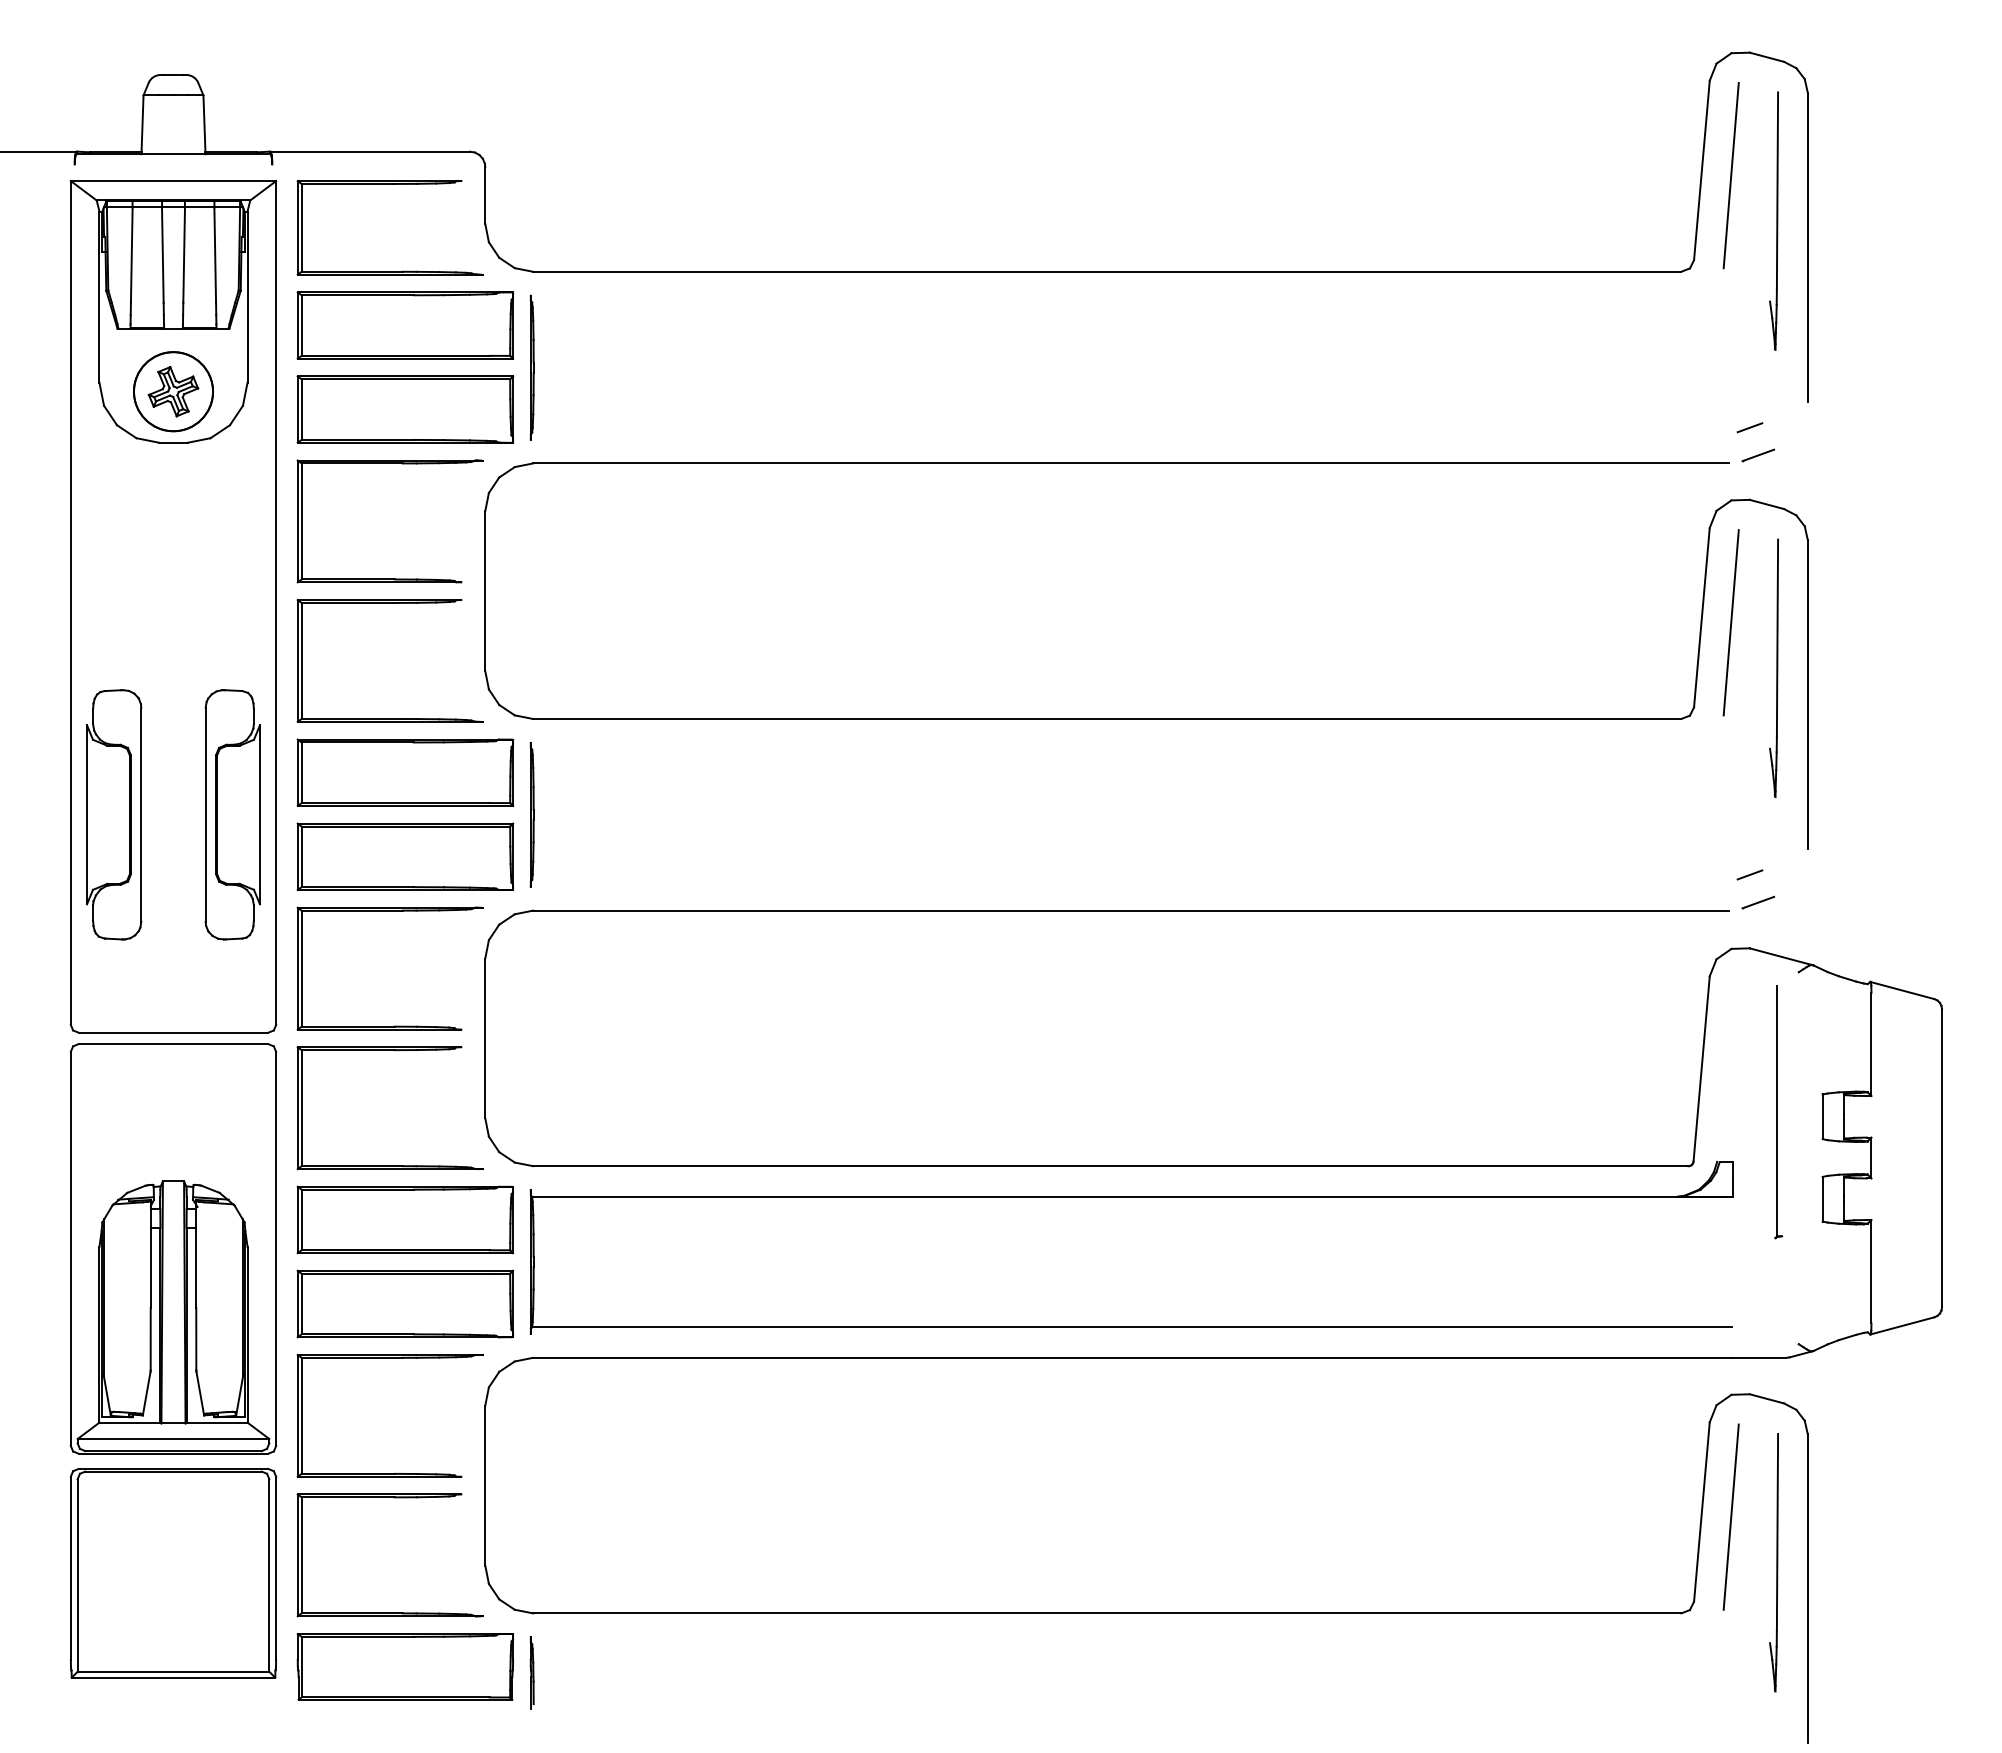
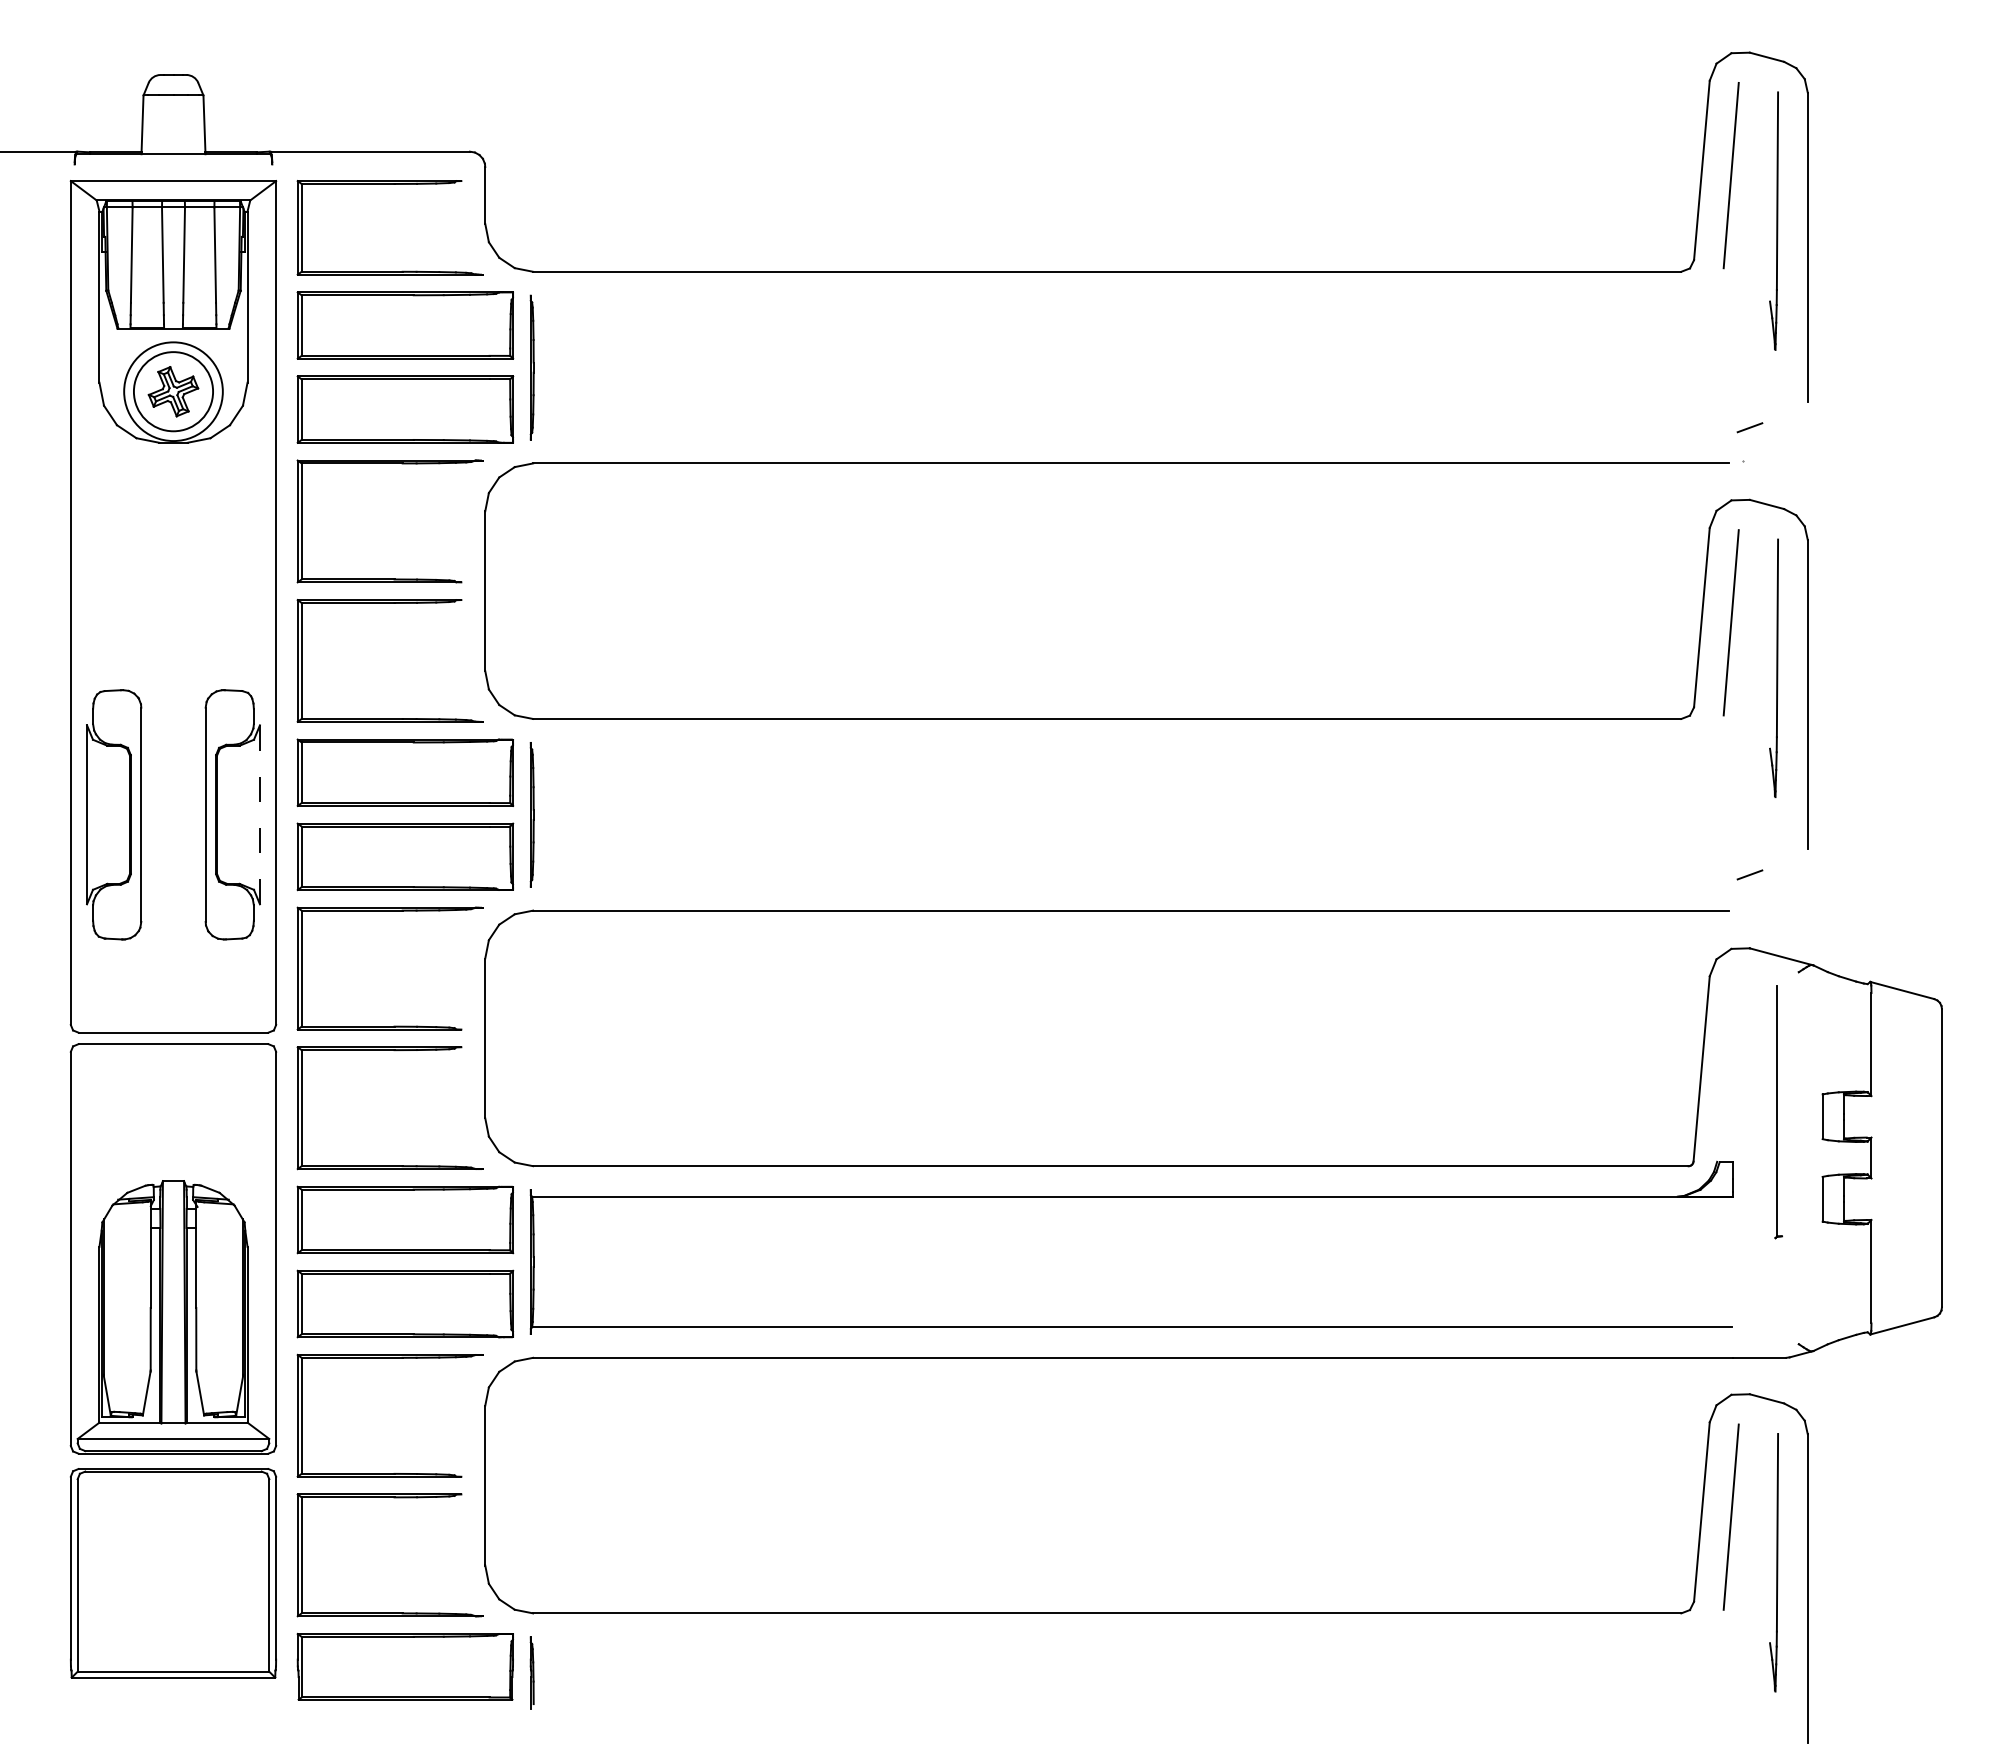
circle at (173, 391) diameter: 79 px -> 99 px
line at (1758, 455): present -> none
line at (259, 814): solid -> dashed
line at (1758, 902): present -> none
